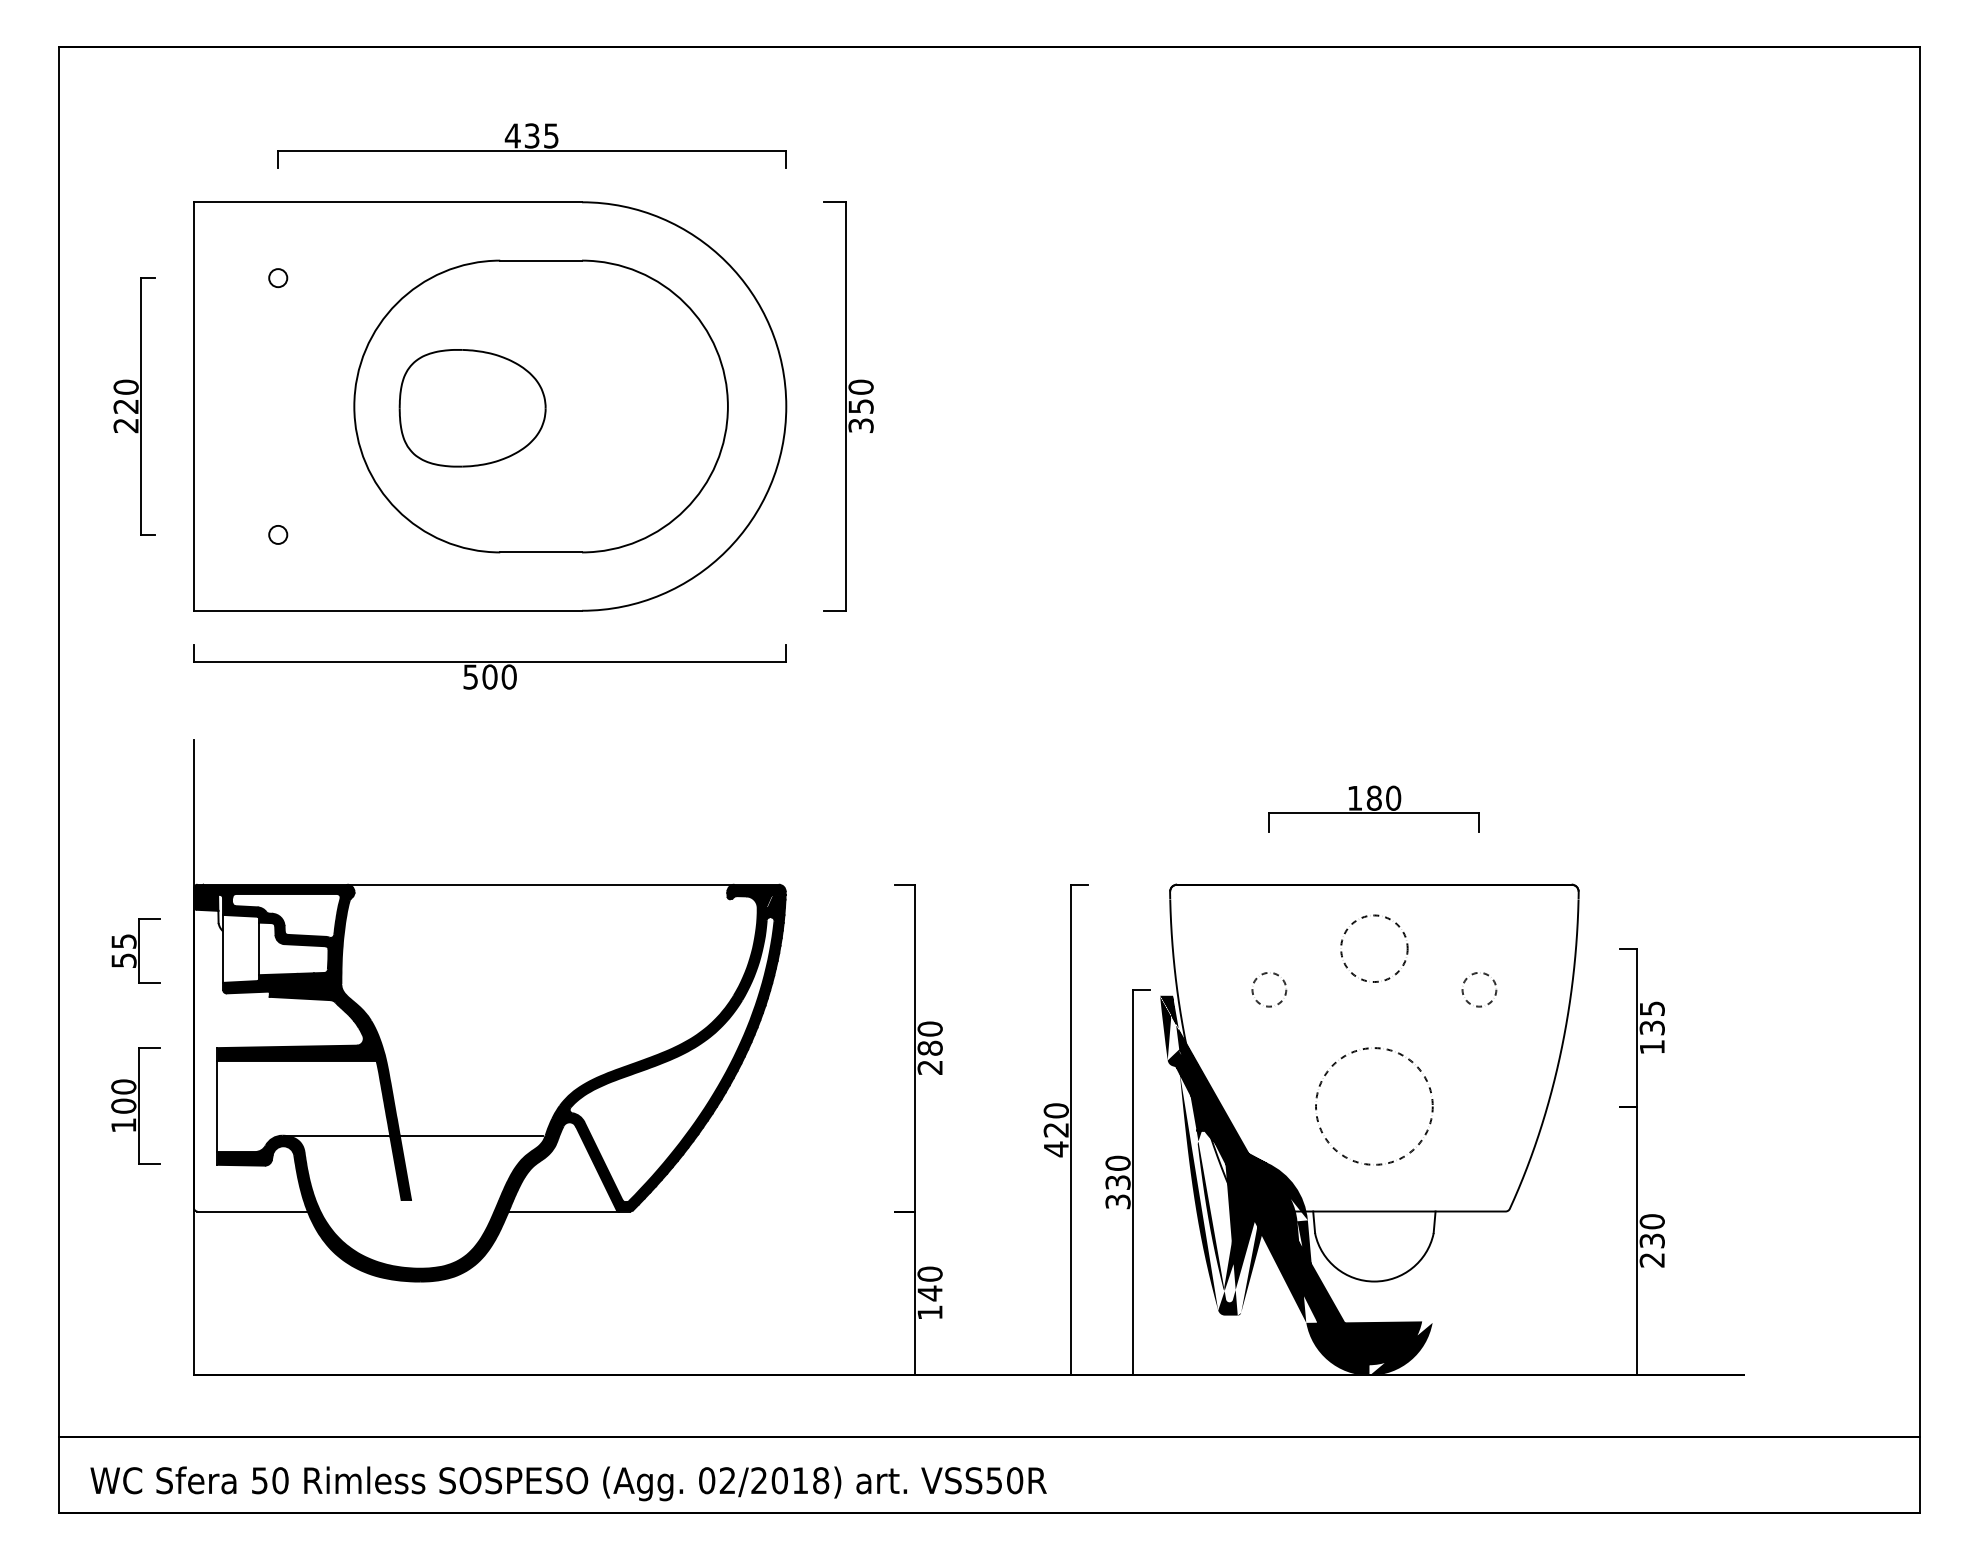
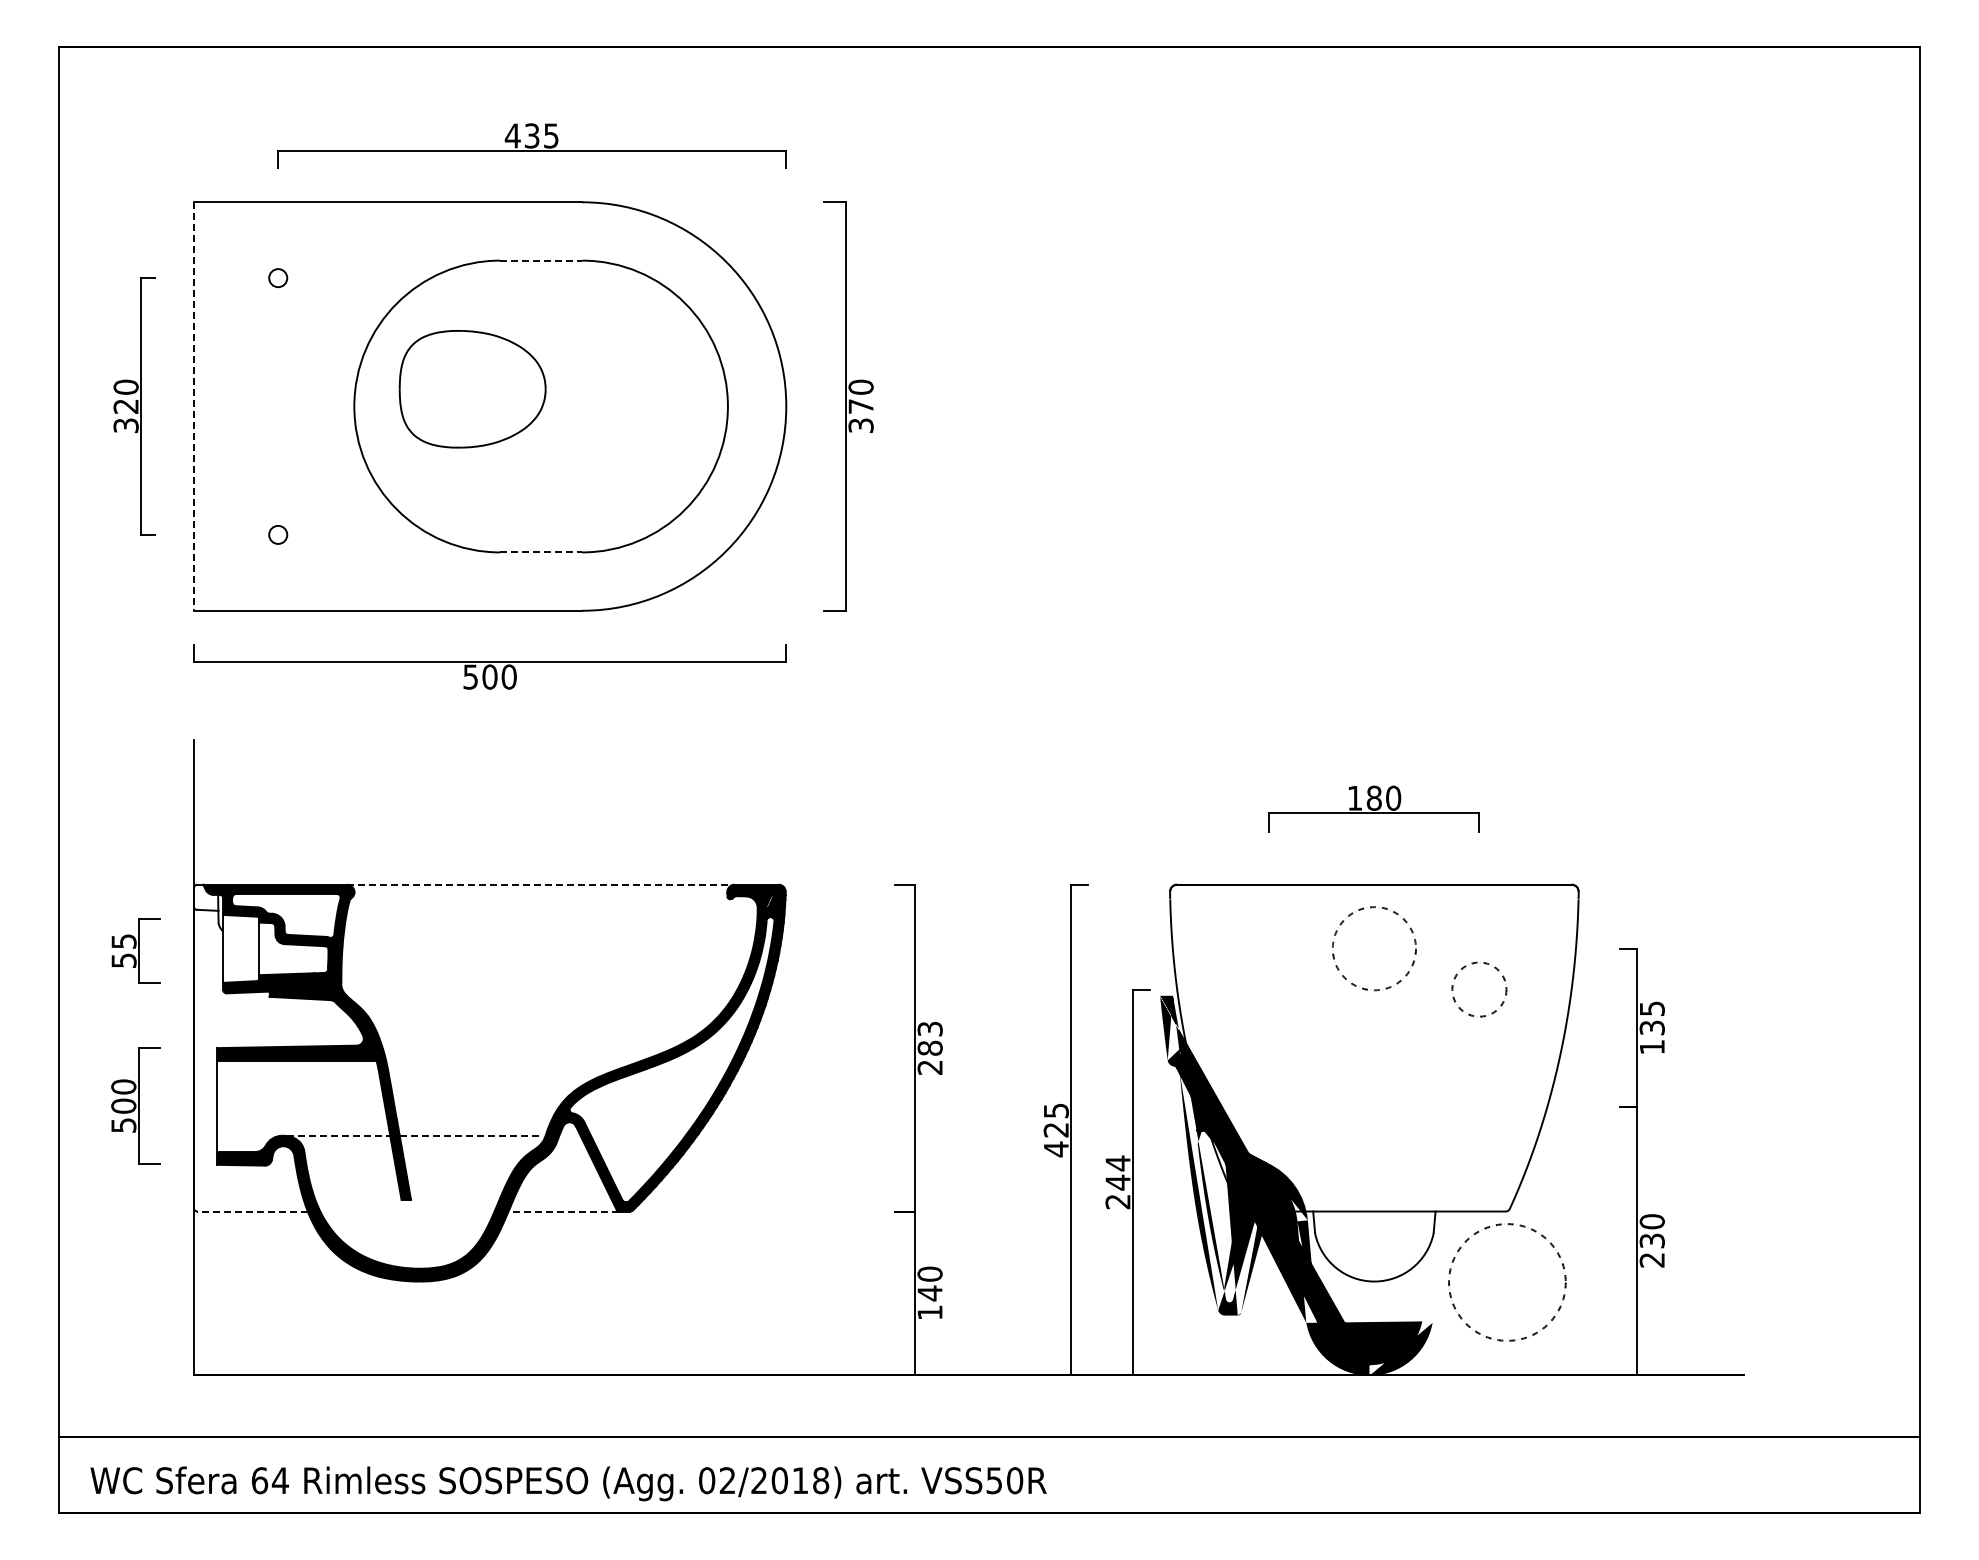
line at (541, 260): solid -> dashed
text at (860, 406): 350 -> 370
line at (193, 407): solid -> dashed
part at (472, 408) position: (472, 408) -> (472, 389)
text at (125, 425): 220 -> 320
line at (541, 552): solid -> dashed
line at (540, 884): solid -> dashed
fill at (205, 897): present -> none
circle at (1374, 948) diameter: 67 px -> 83 px
circle at (1269, 989): present -> none
circle at (1479, 989) size: 37x36 px -> 57x57 px
text at (929, 1028): 280 -> 283
circle at (1374, 1106) position: (1374, 1106) -> (1507, 1282)
text at (1055, 1110): 420 -> 425
text at (123, 1125): 100 -> 500
line at (338, 1135): solid -> dashed
line at (471, 1135): solid -> dashed
text at (1117, 1182): 330 -> 244
line at (252, 1211): solid -> dashed
line at (563, 1211): solid -> dashed
text at (270, 1480): 50 -> 64
